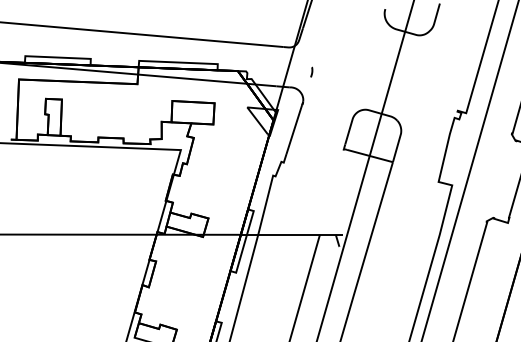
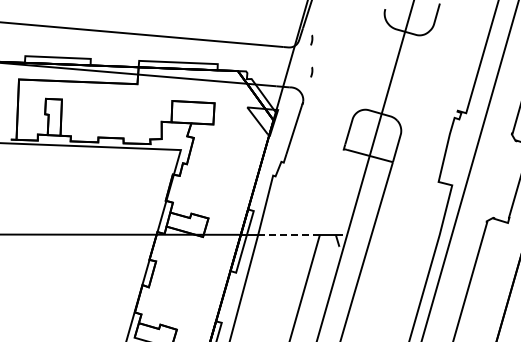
curve at (311, 39): none -> present
line at (289, 234): solid -> dashed
